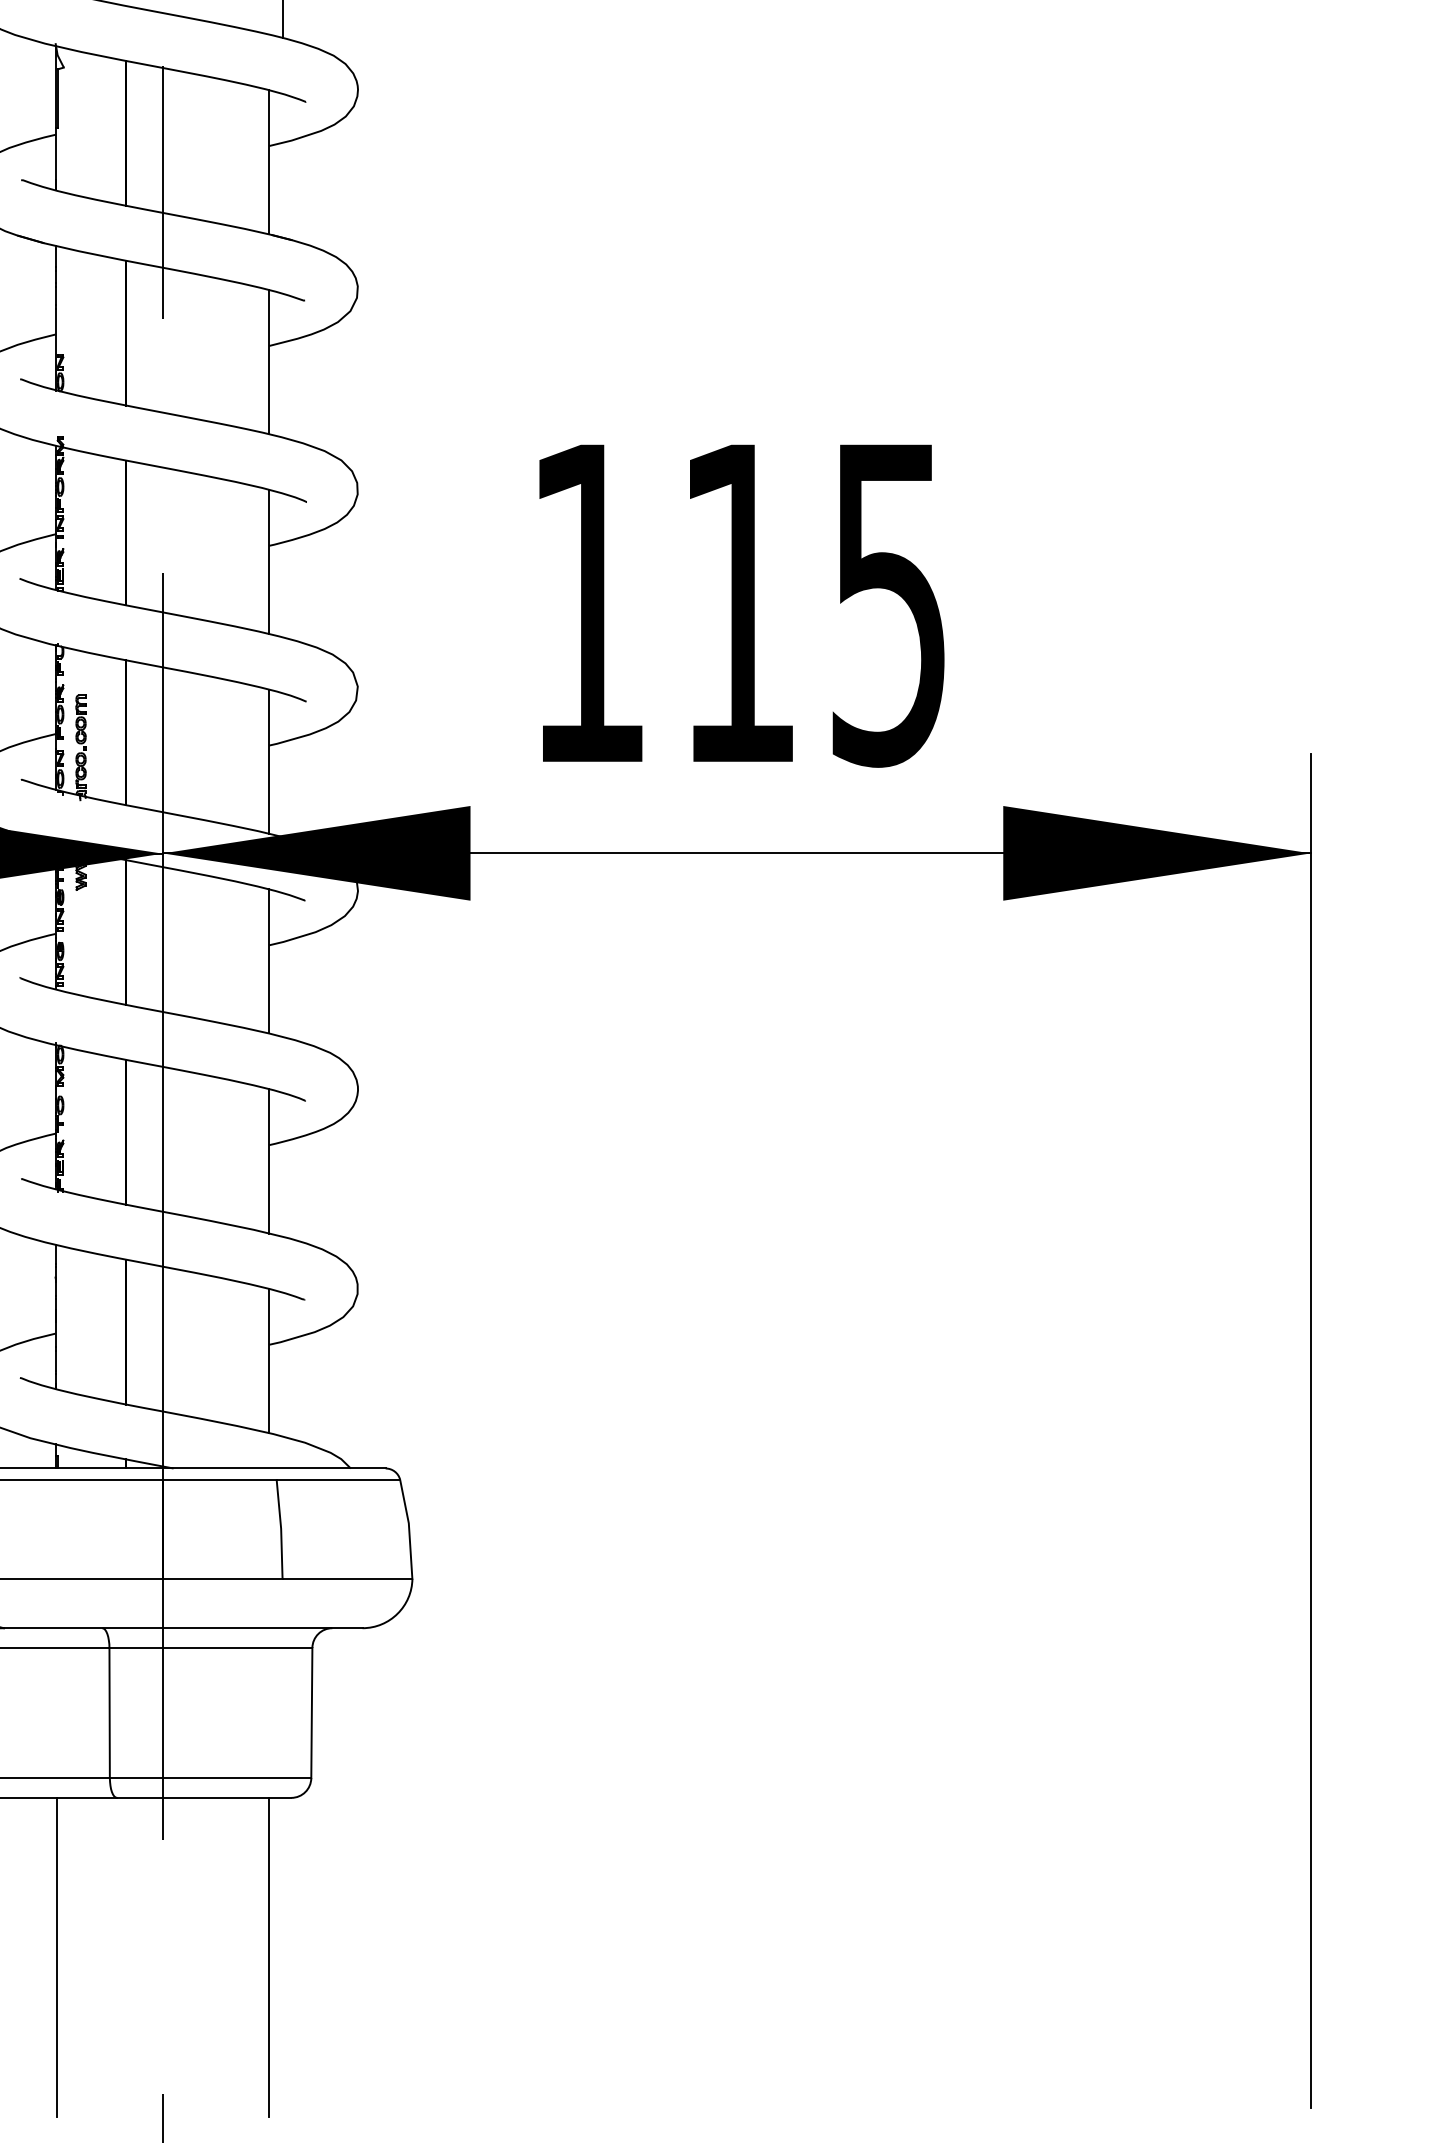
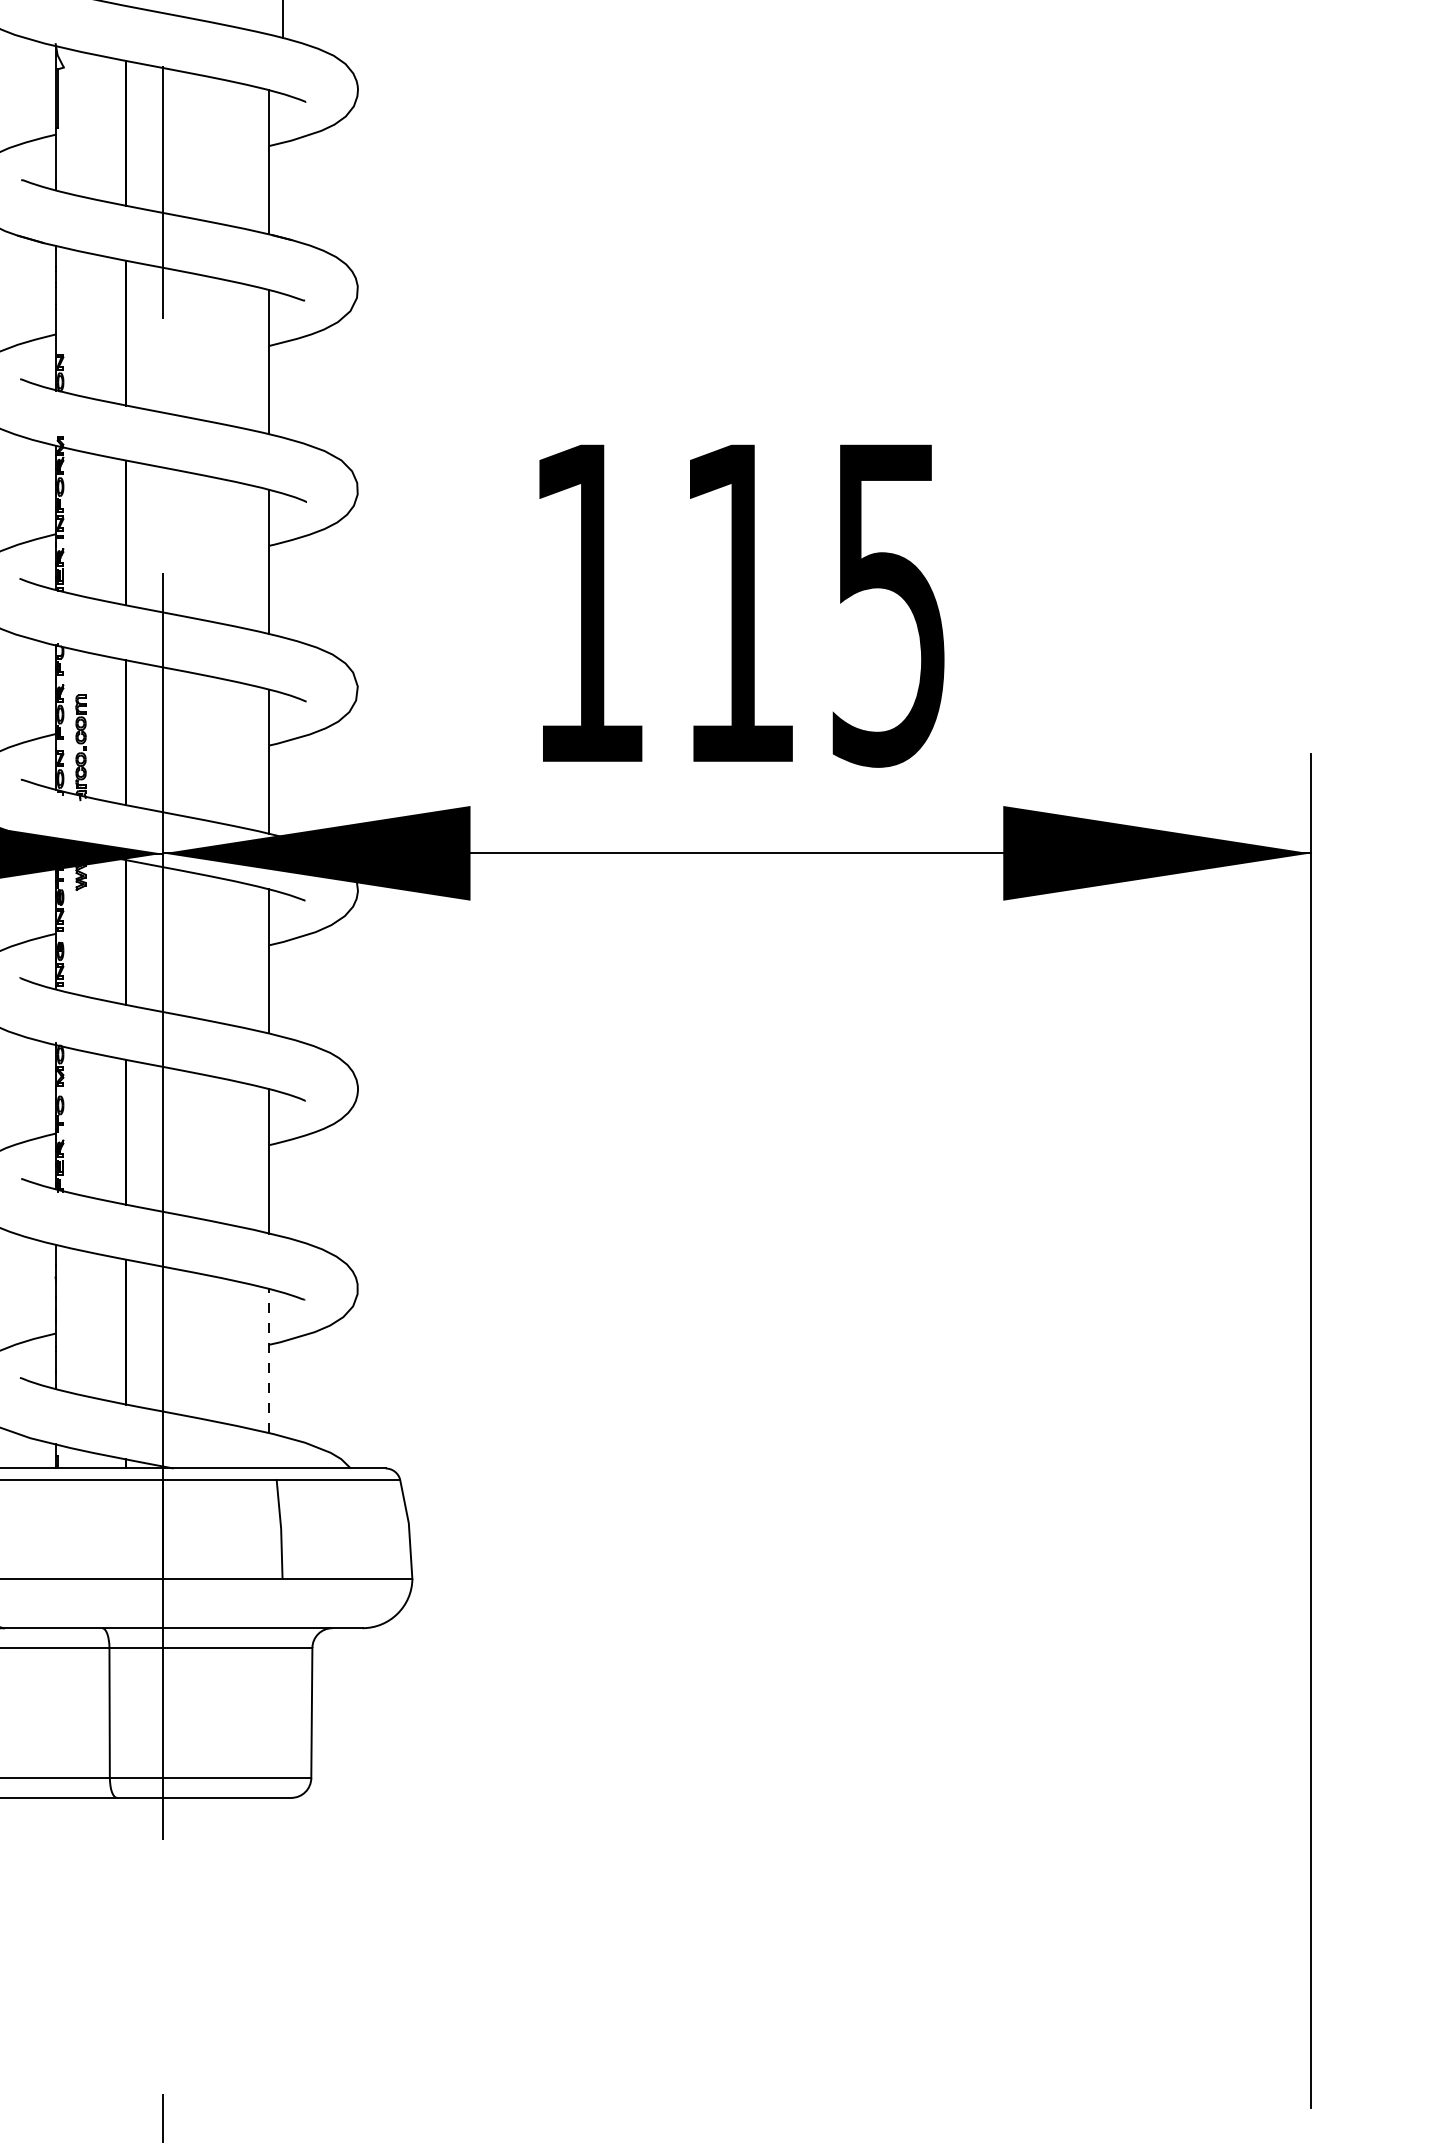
line at (269, 1360): solid -> dashed
line at (56, 1956): present -> none
line at (269, 1956): present -> none
